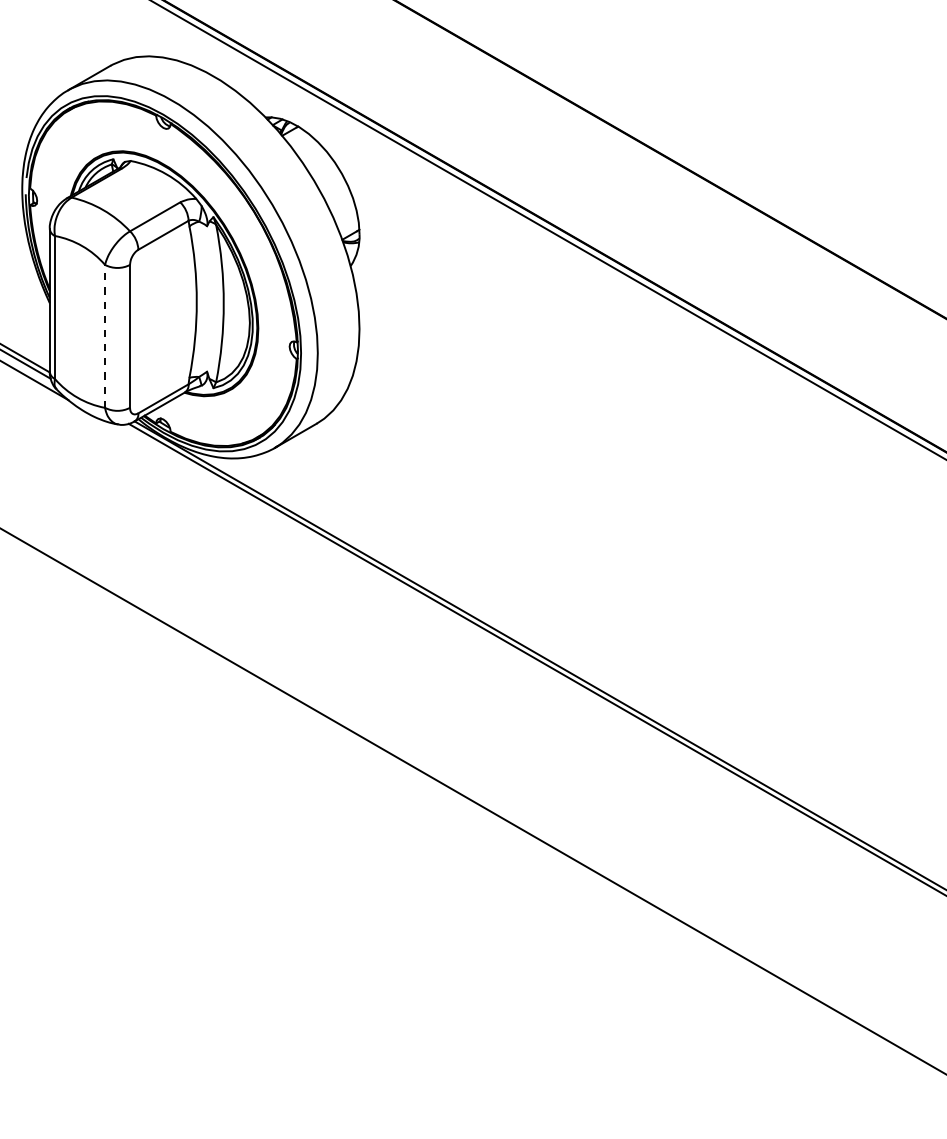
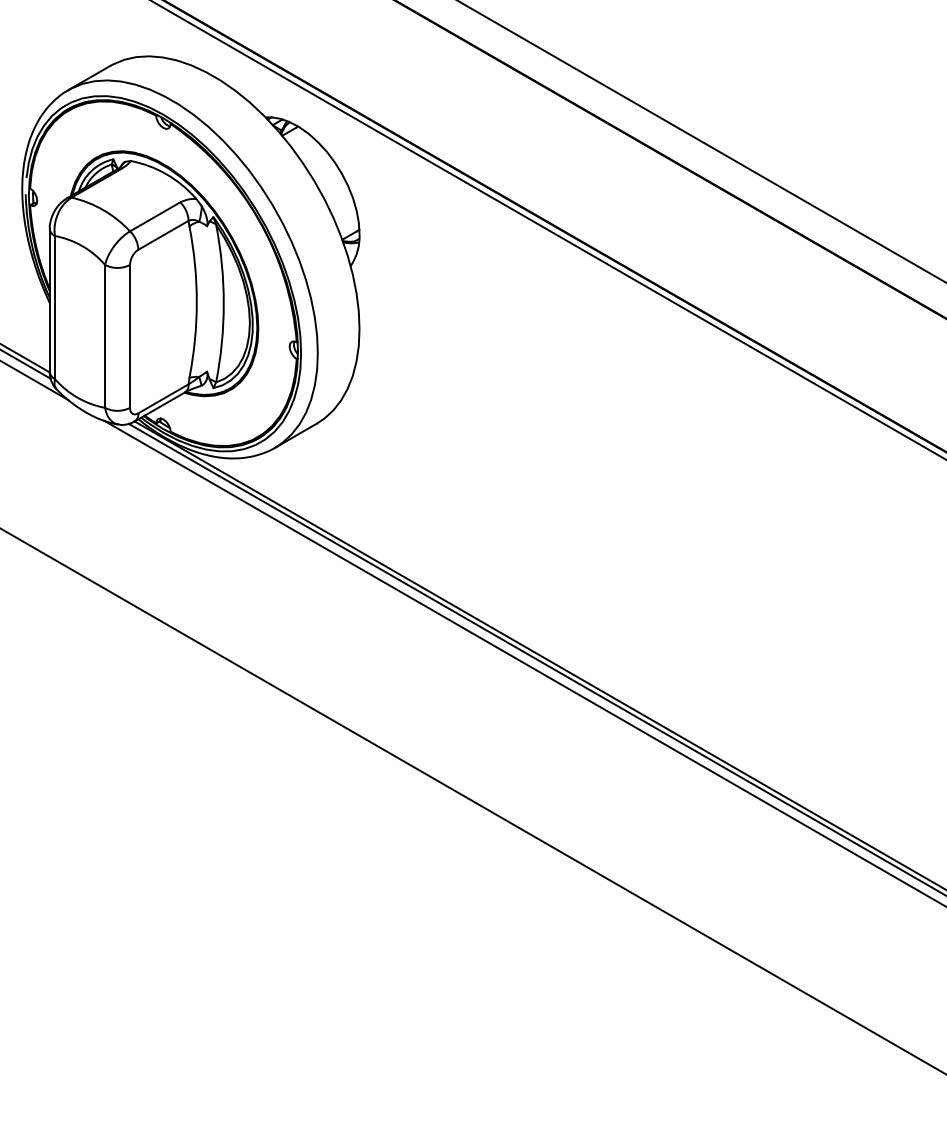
line at (701, 141): none -> present
line at (105, 335): dashed -> solid
line at (523, 662): none -> present
